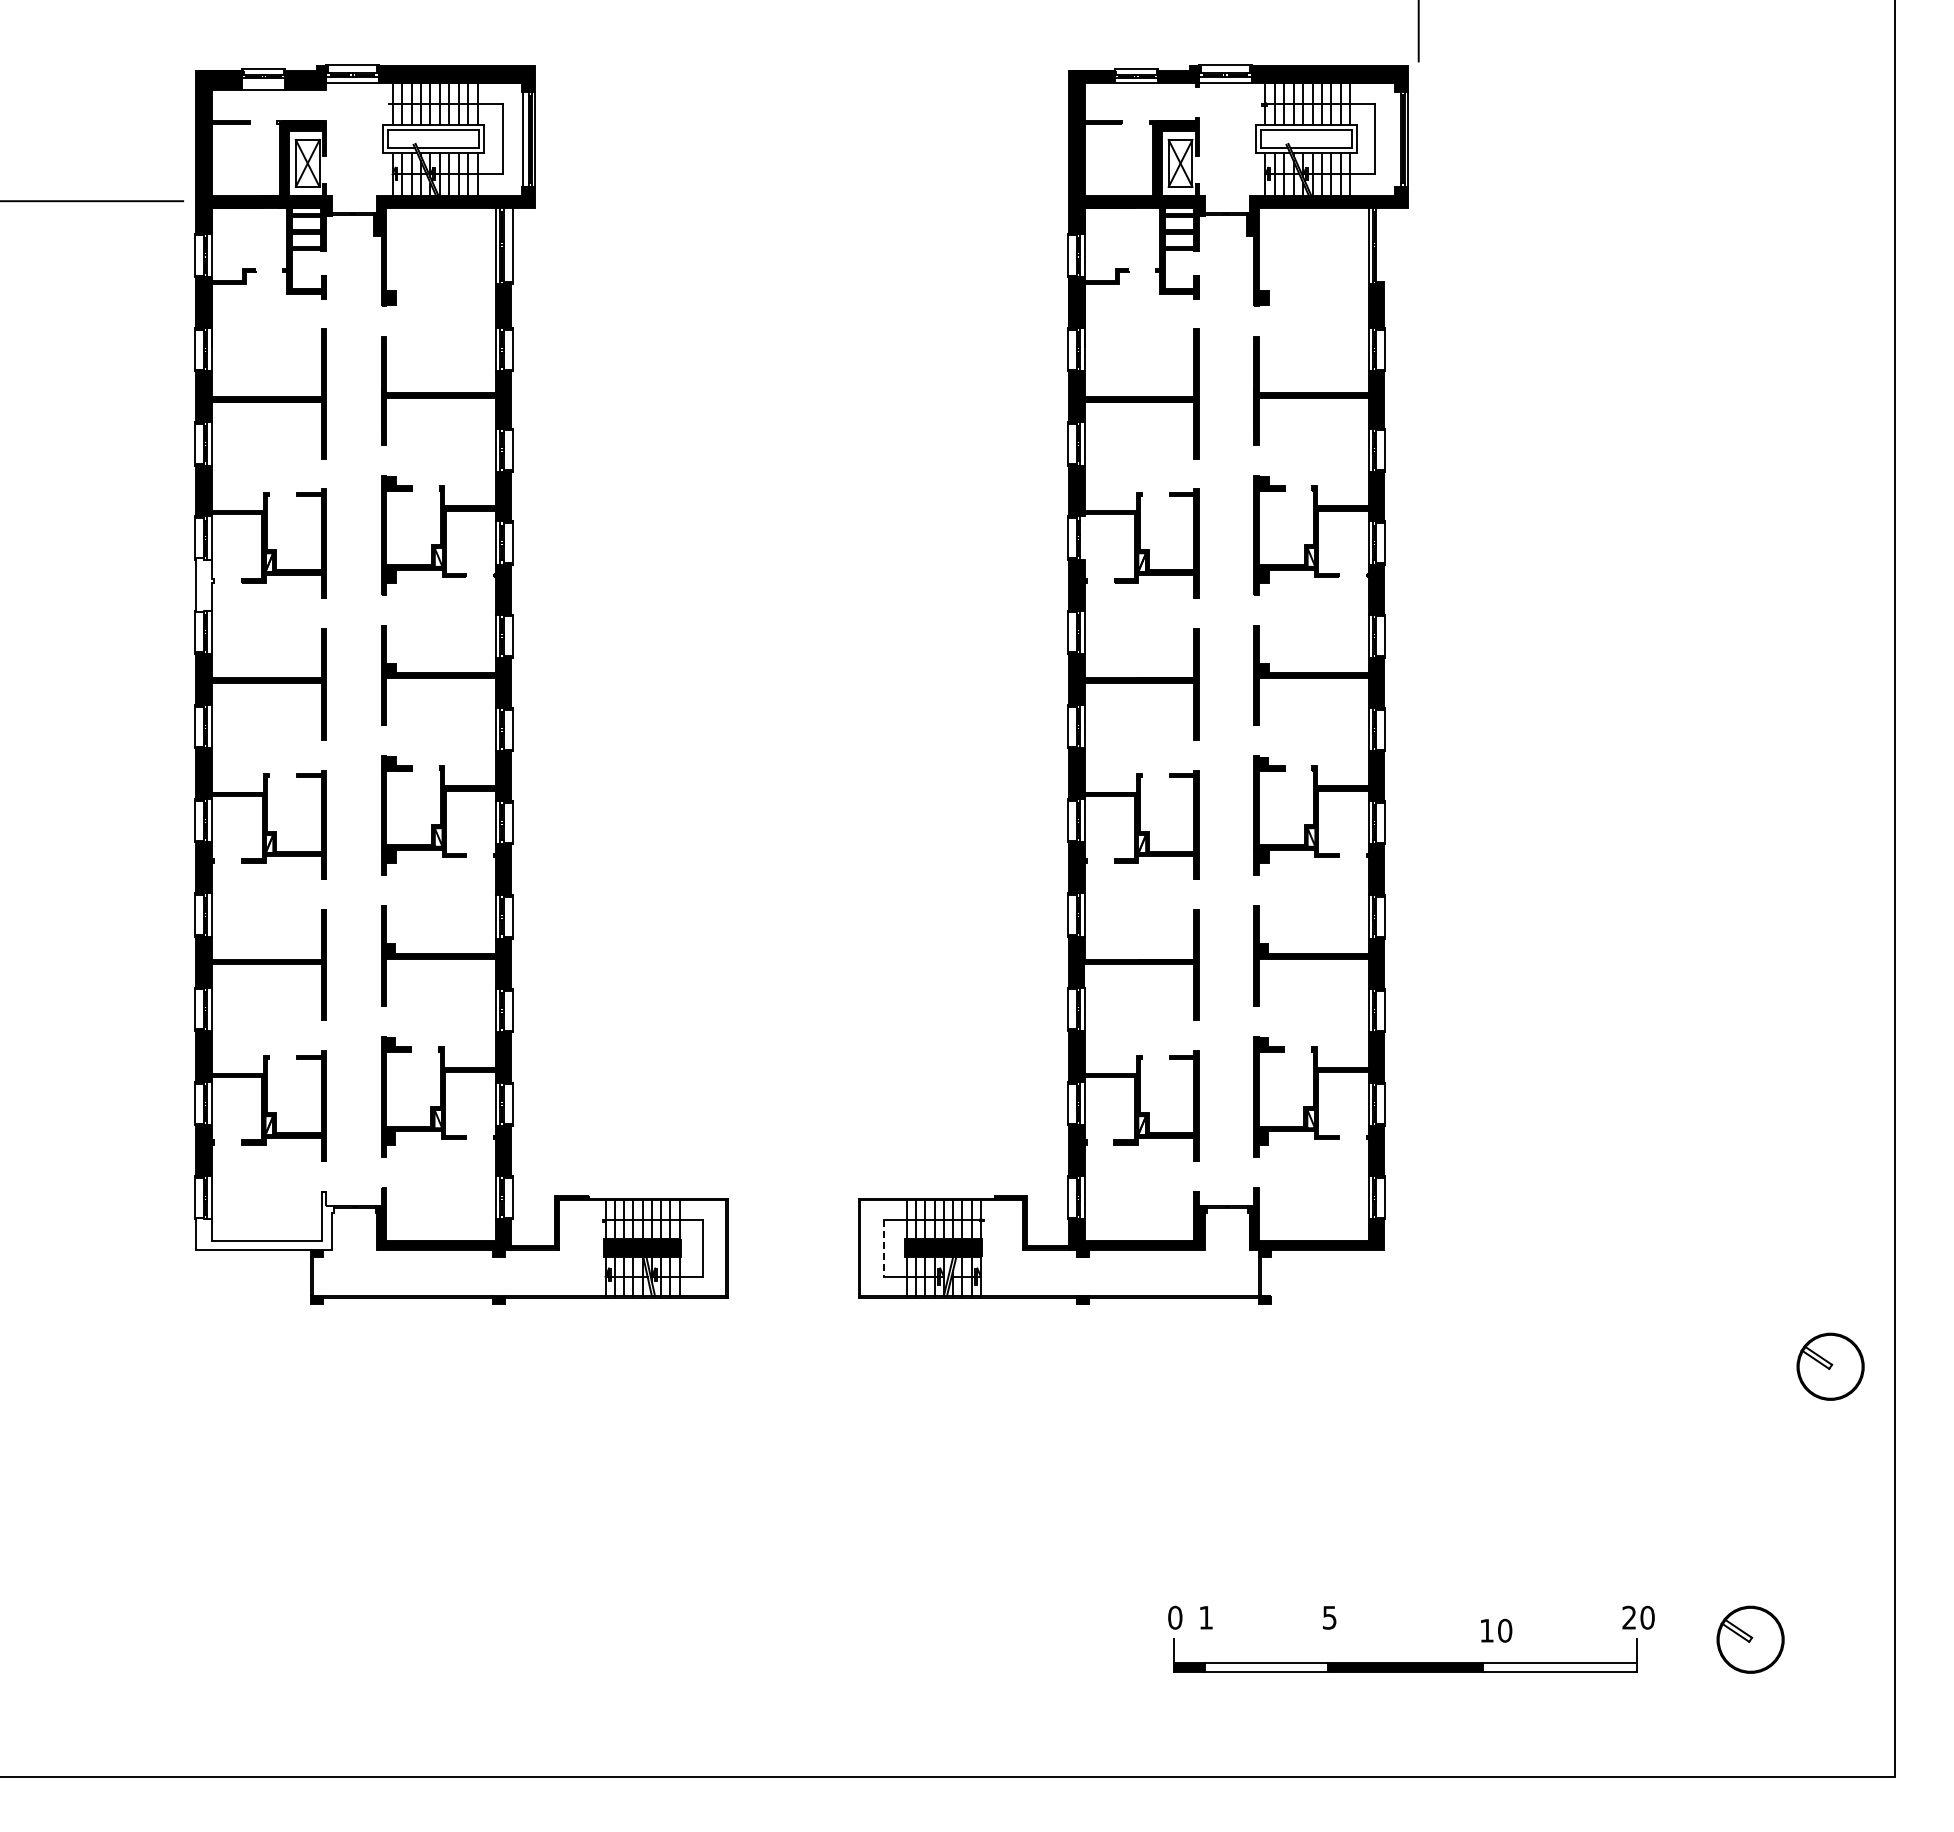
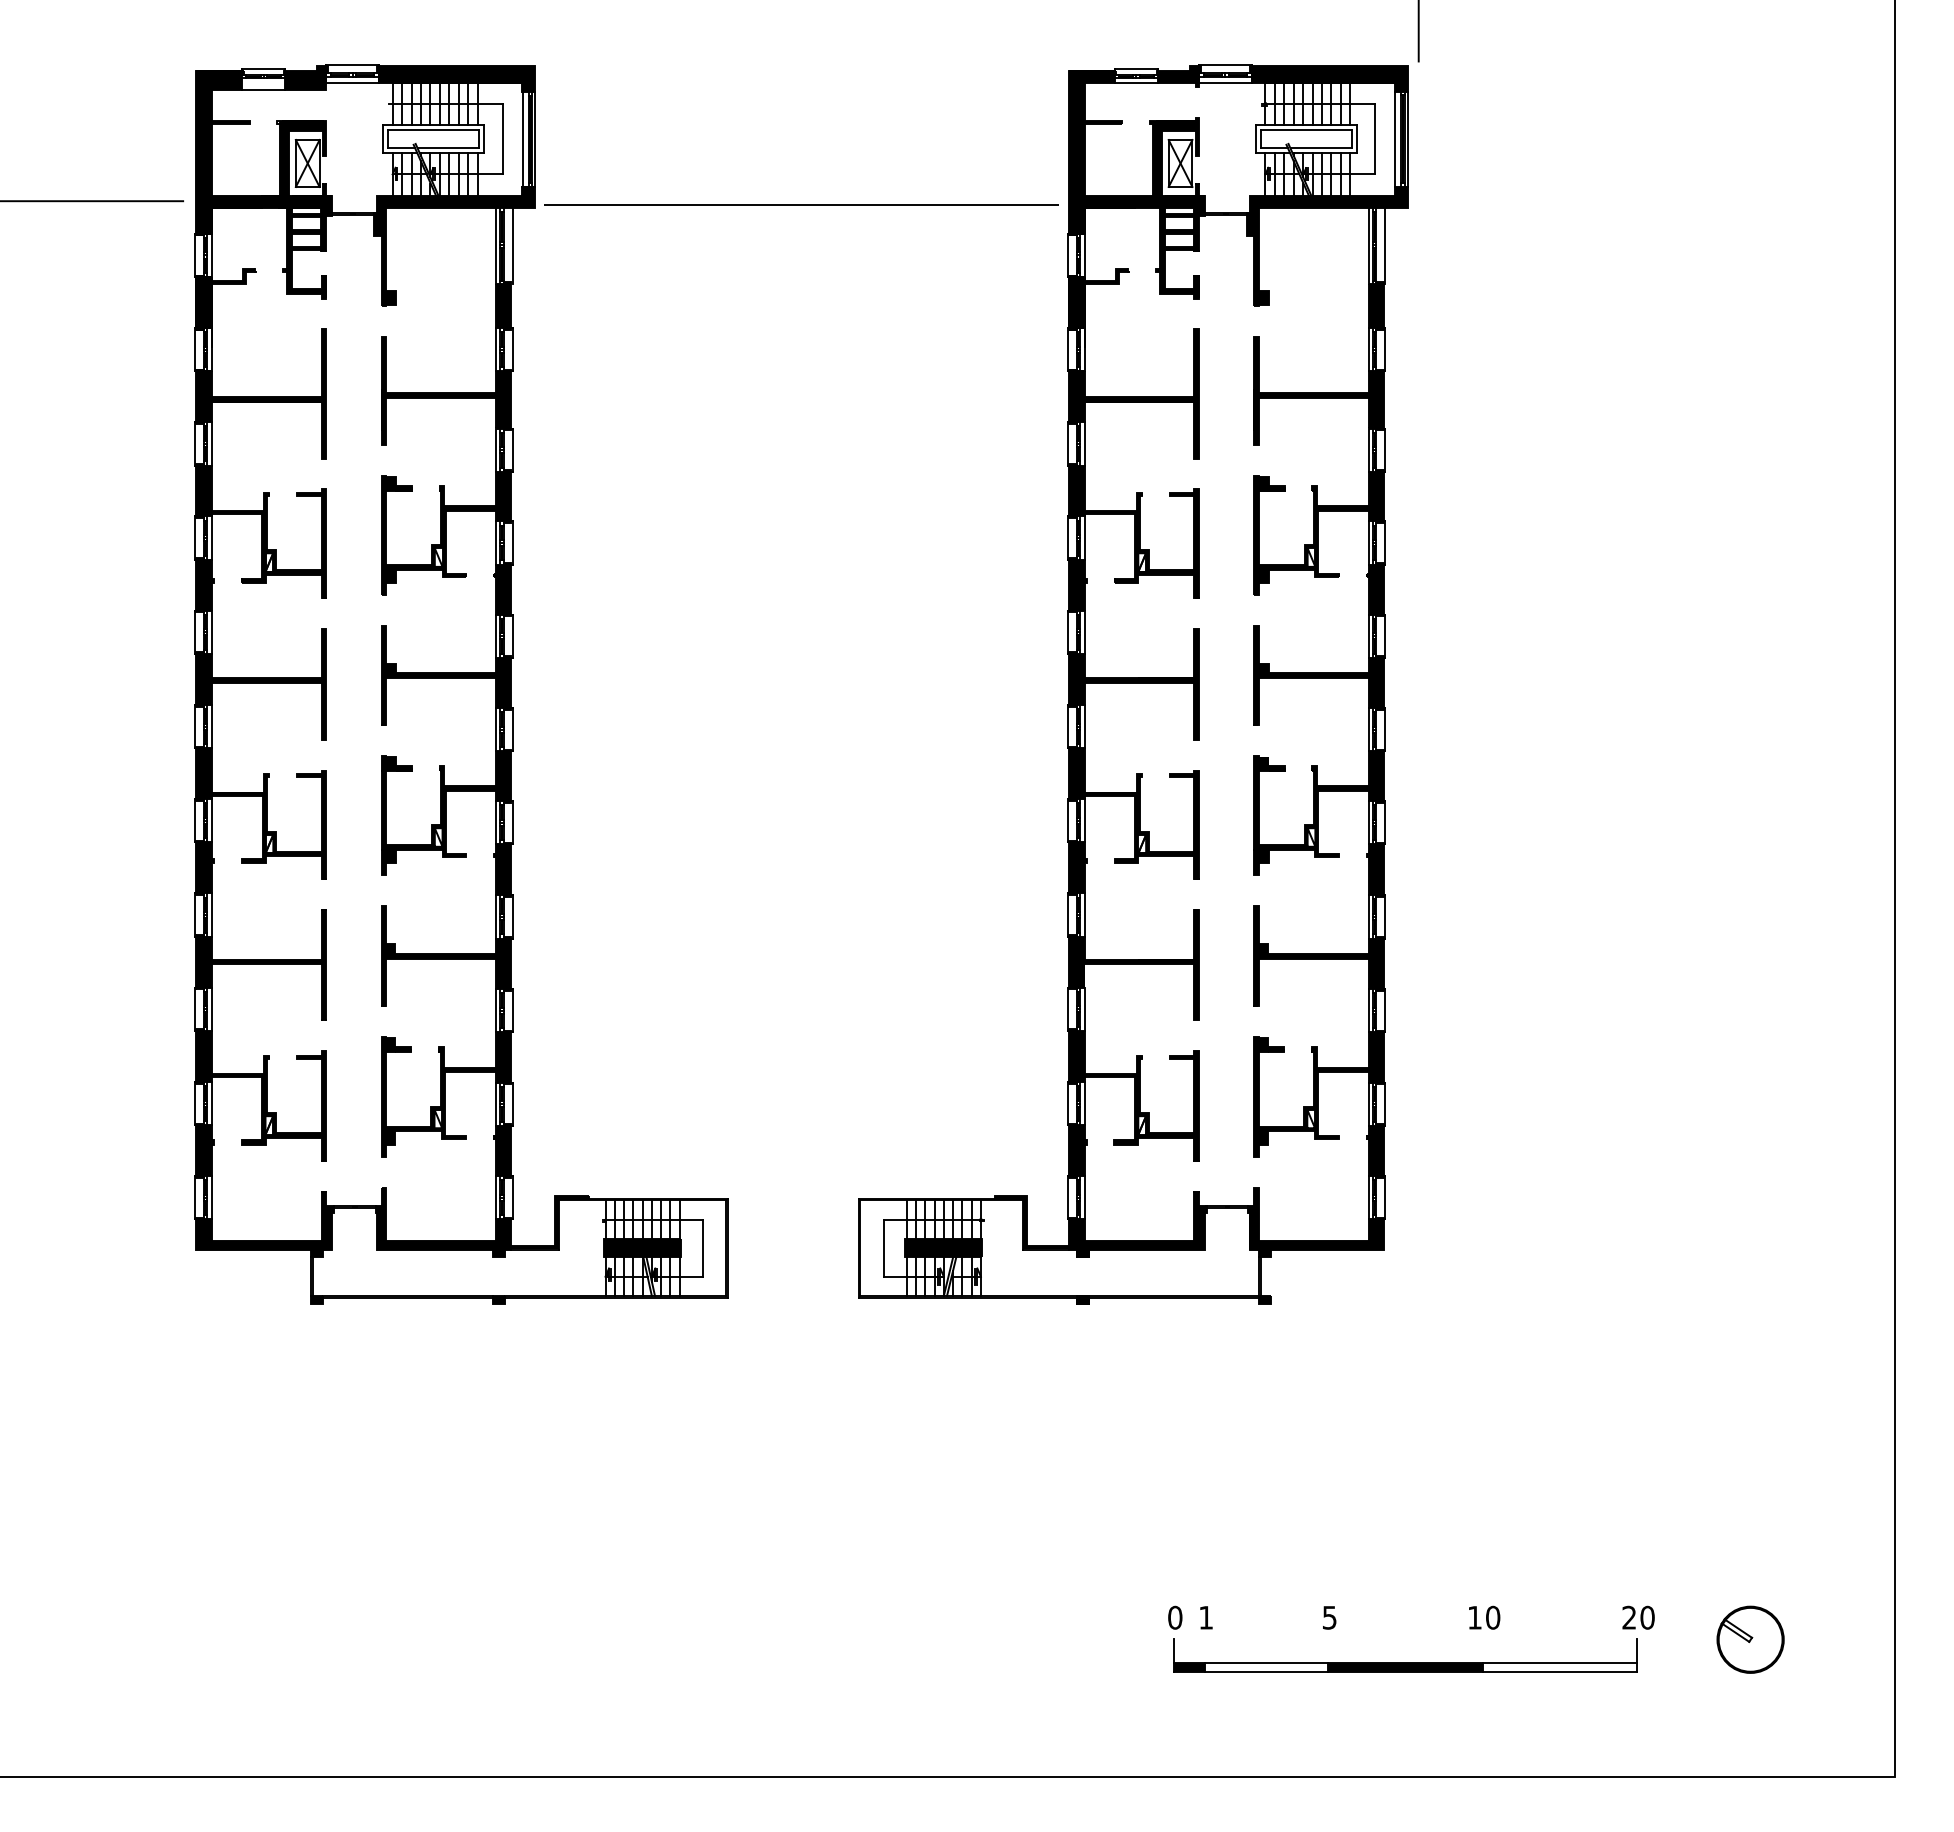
line at (1395, 139): none -> present
line at (801, 204): none -> present
line at (1385, 245): none -> present
line at (1084, 537): none -> present
fill at (204, 585): none -> present
fill at (264, 1220): none -> present
line at (883, 1248): dashed -> solid
part at (1830, 1366): present -> none
text at (1496, 1630) position: (1496, 1630) -> (1484, 1617)
